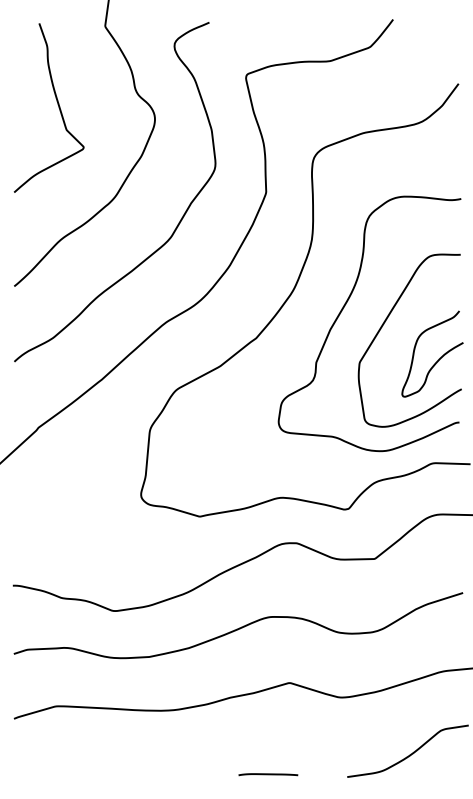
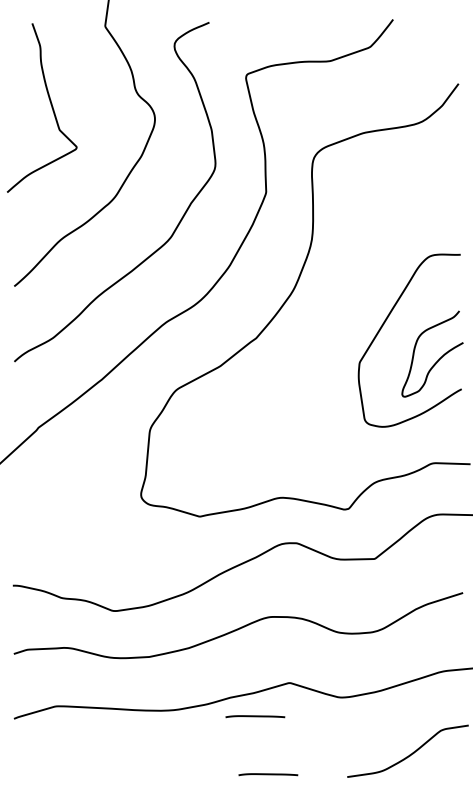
curve at (57, 104) position: (57, 104) -> (50, 104)
curve at (345, 306): present -> none
line at (255, 716): none -> present
